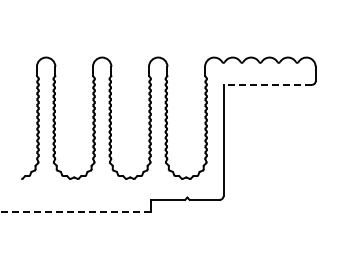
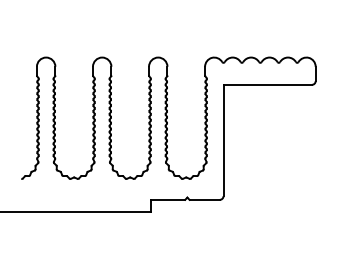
line at (267, 84): dashed -> solid
line at (75, 212): dashed -> solid
